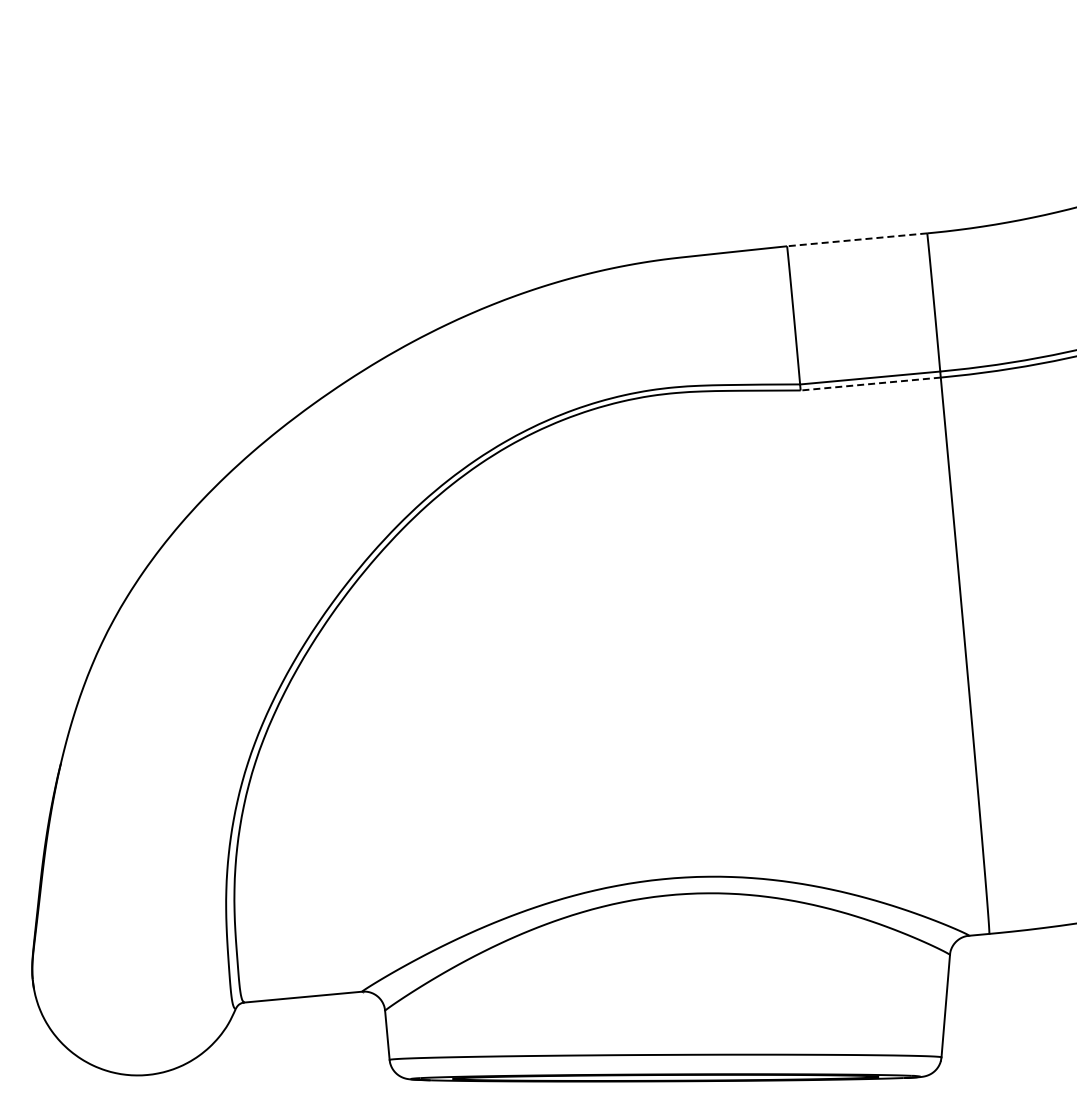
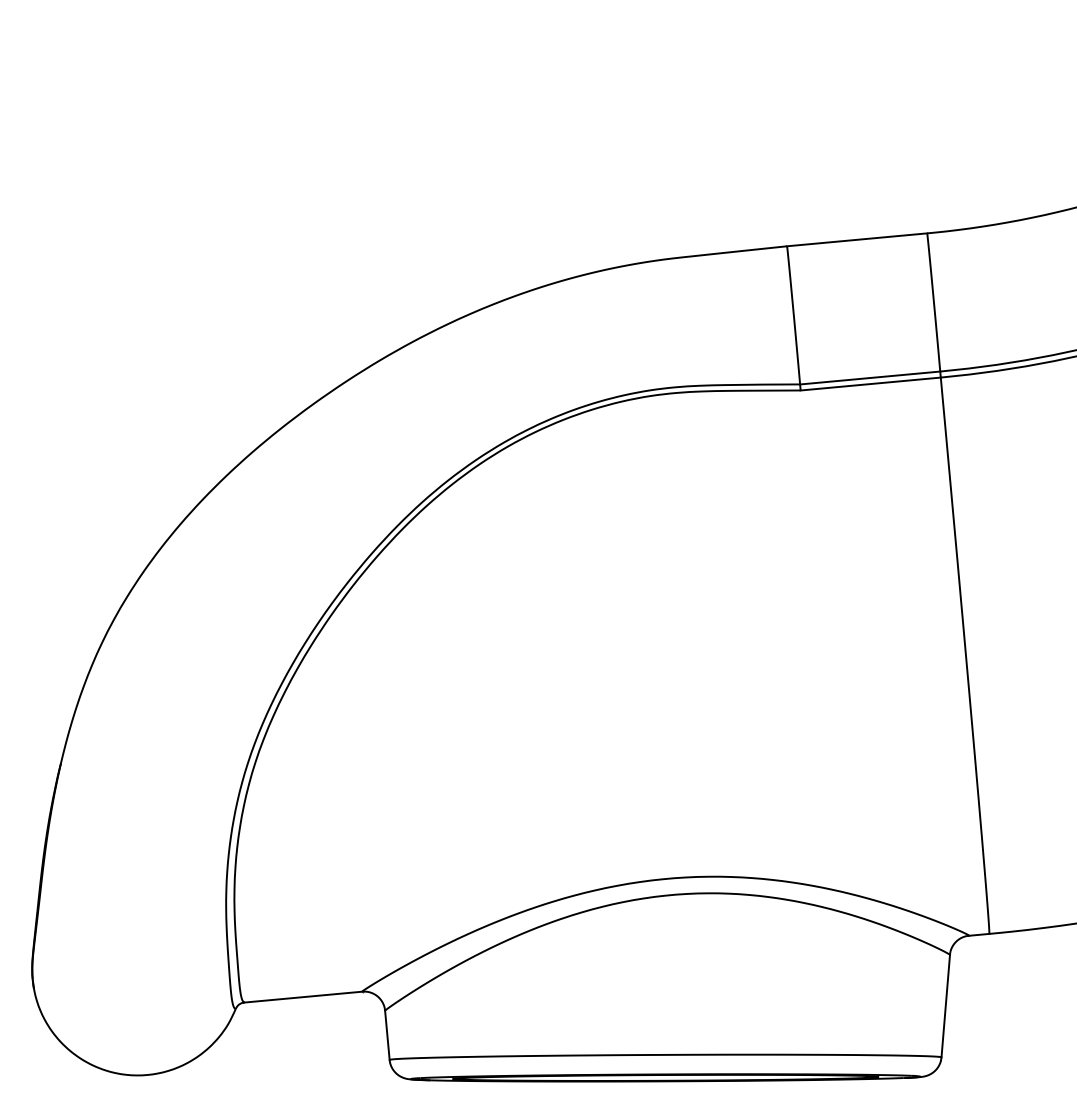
line at (856, 239): dashed -> solid
line at (870, 384): dashed -> solid
